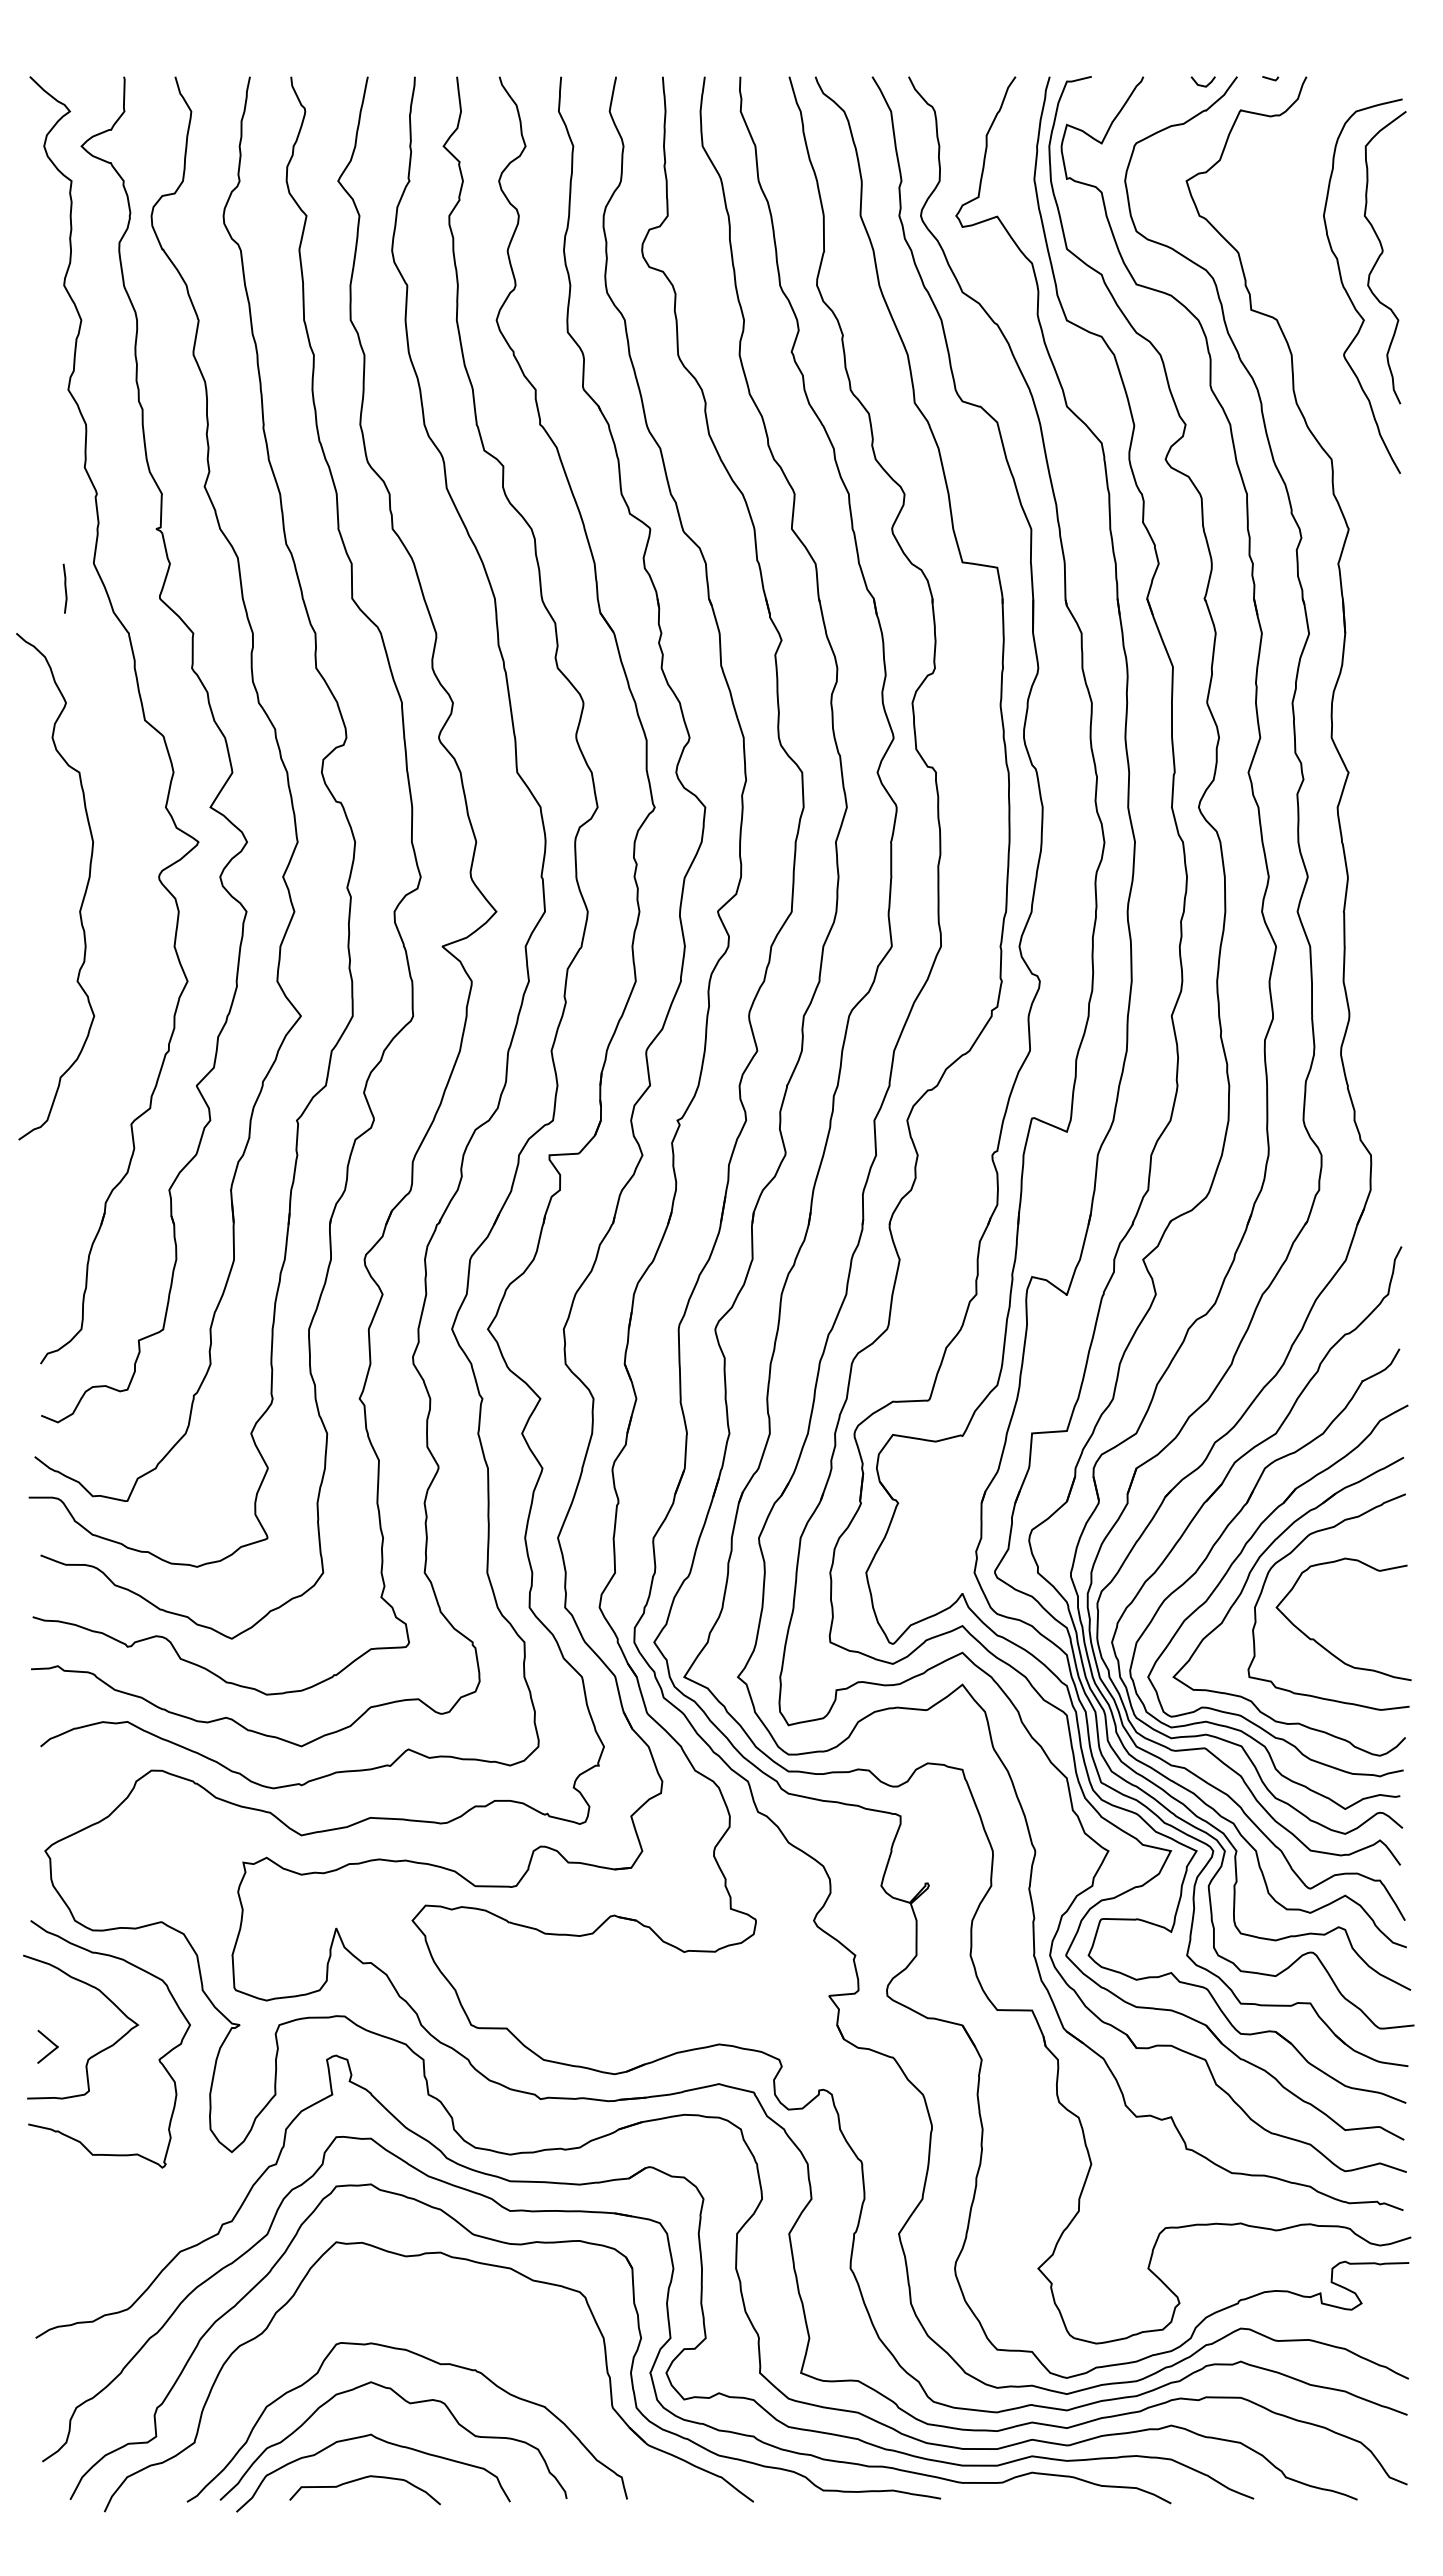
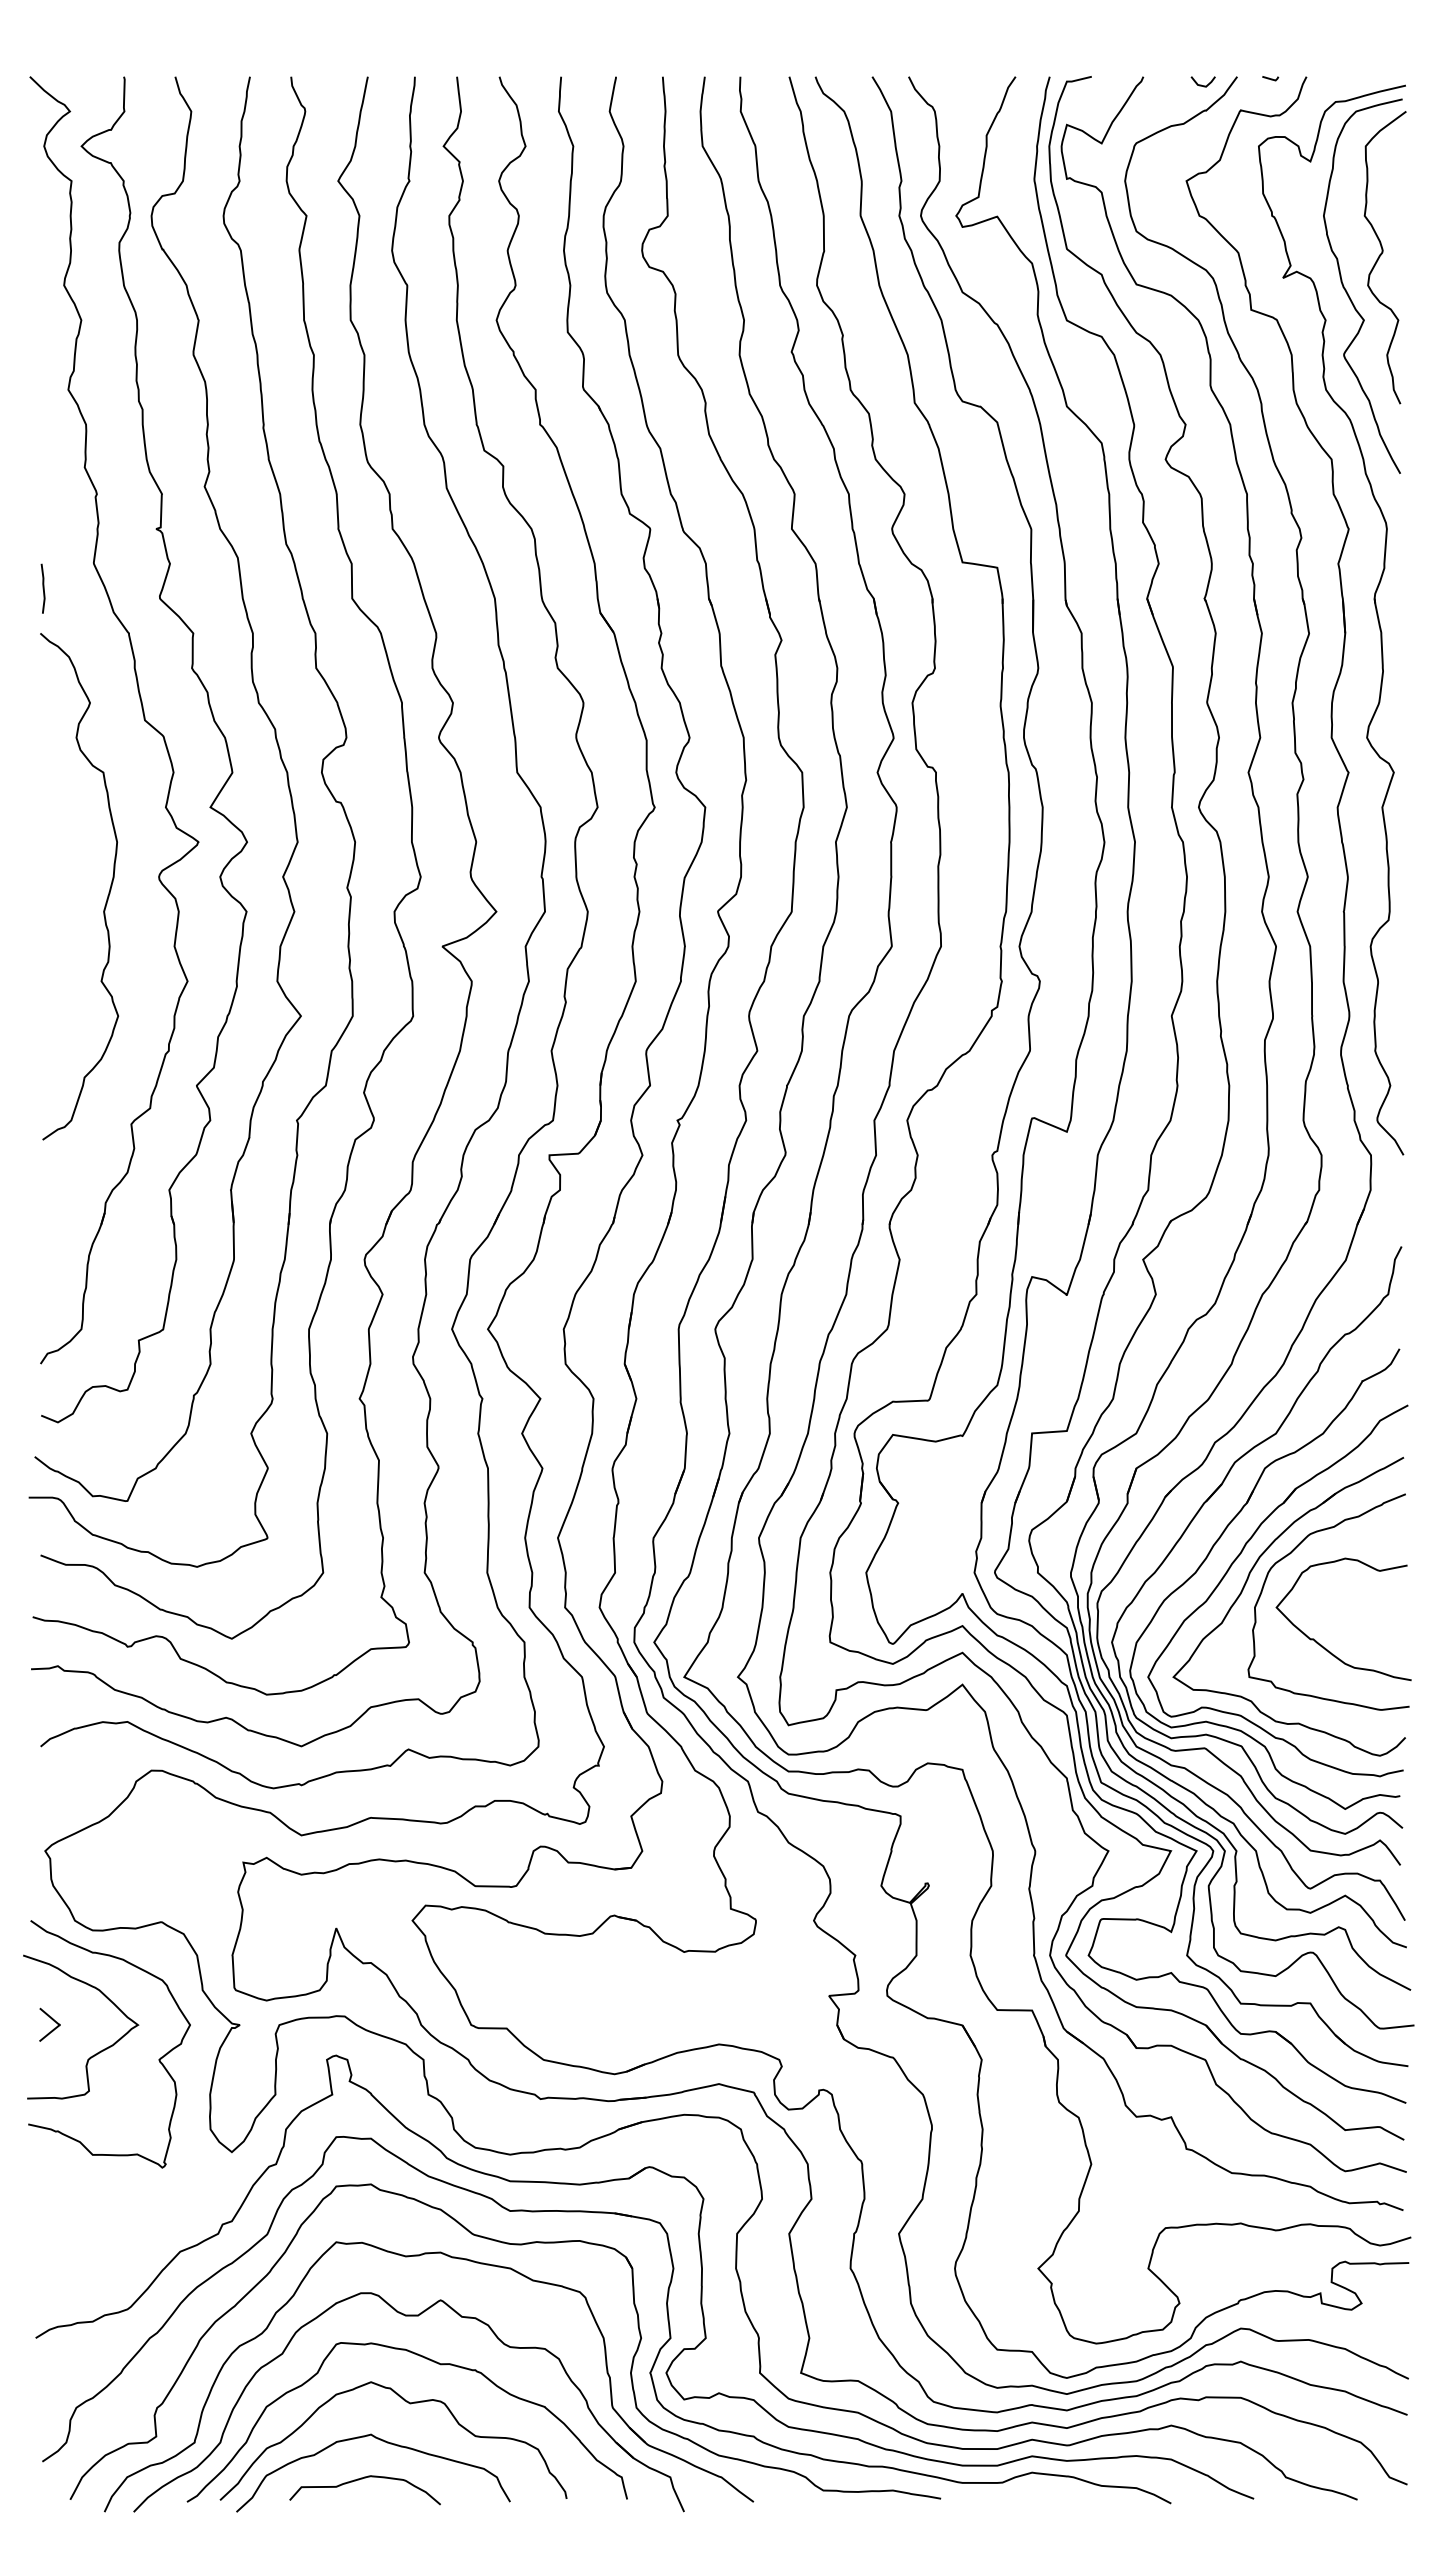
line at (64, 588) position: (64, 588) -> (42, 588)
part at (1375, 611): none -> present
curve at (83, 895) position: (83, 895) -> (107, 895)
curve at (50, 2042) position: (50, 2042) -> (52, 2020)
part at (408, 2316): none -> present
